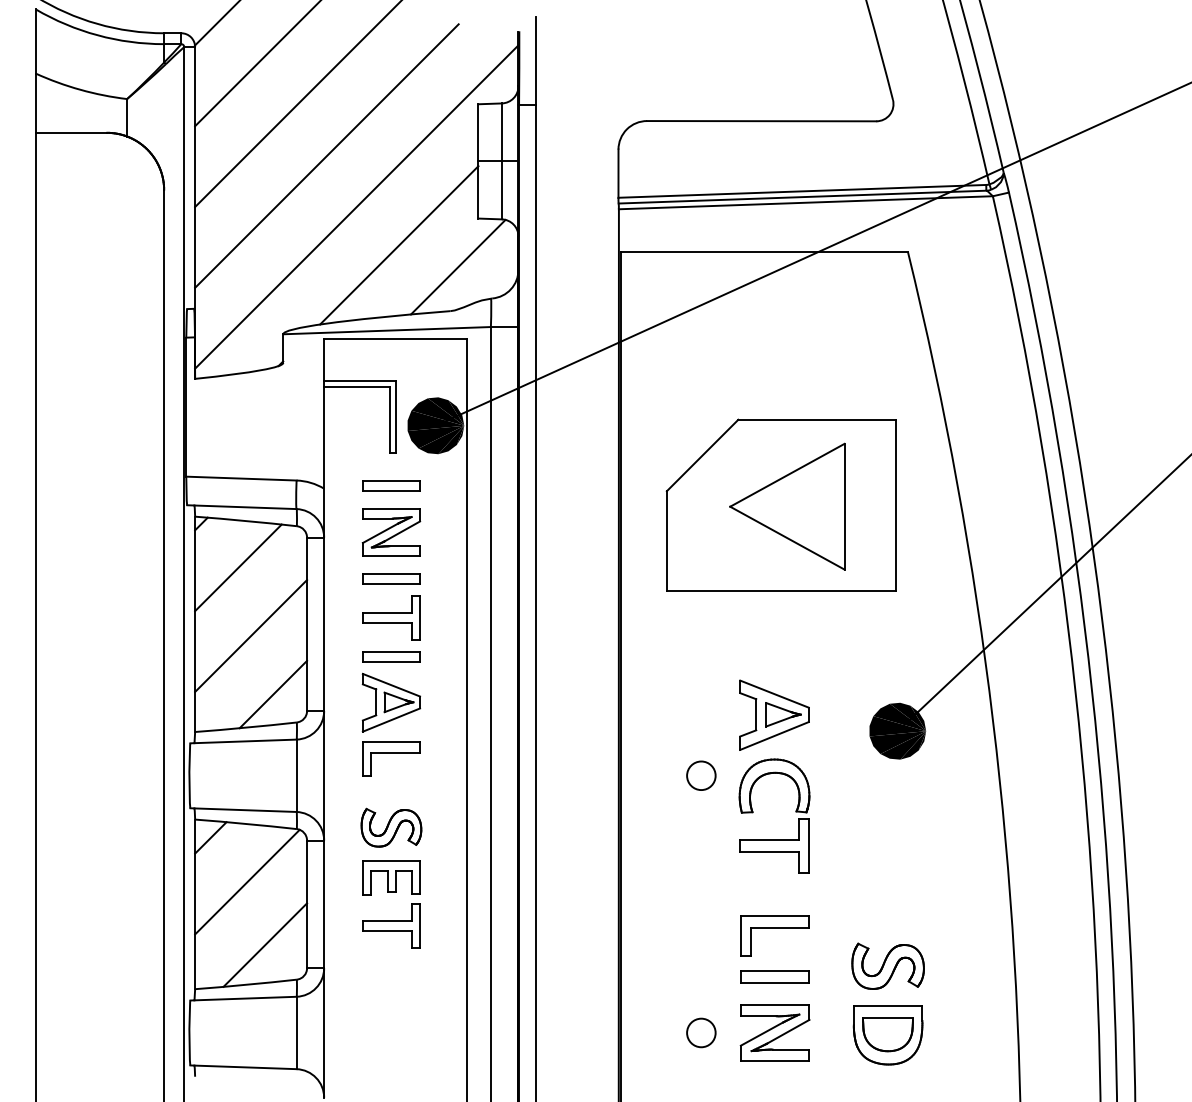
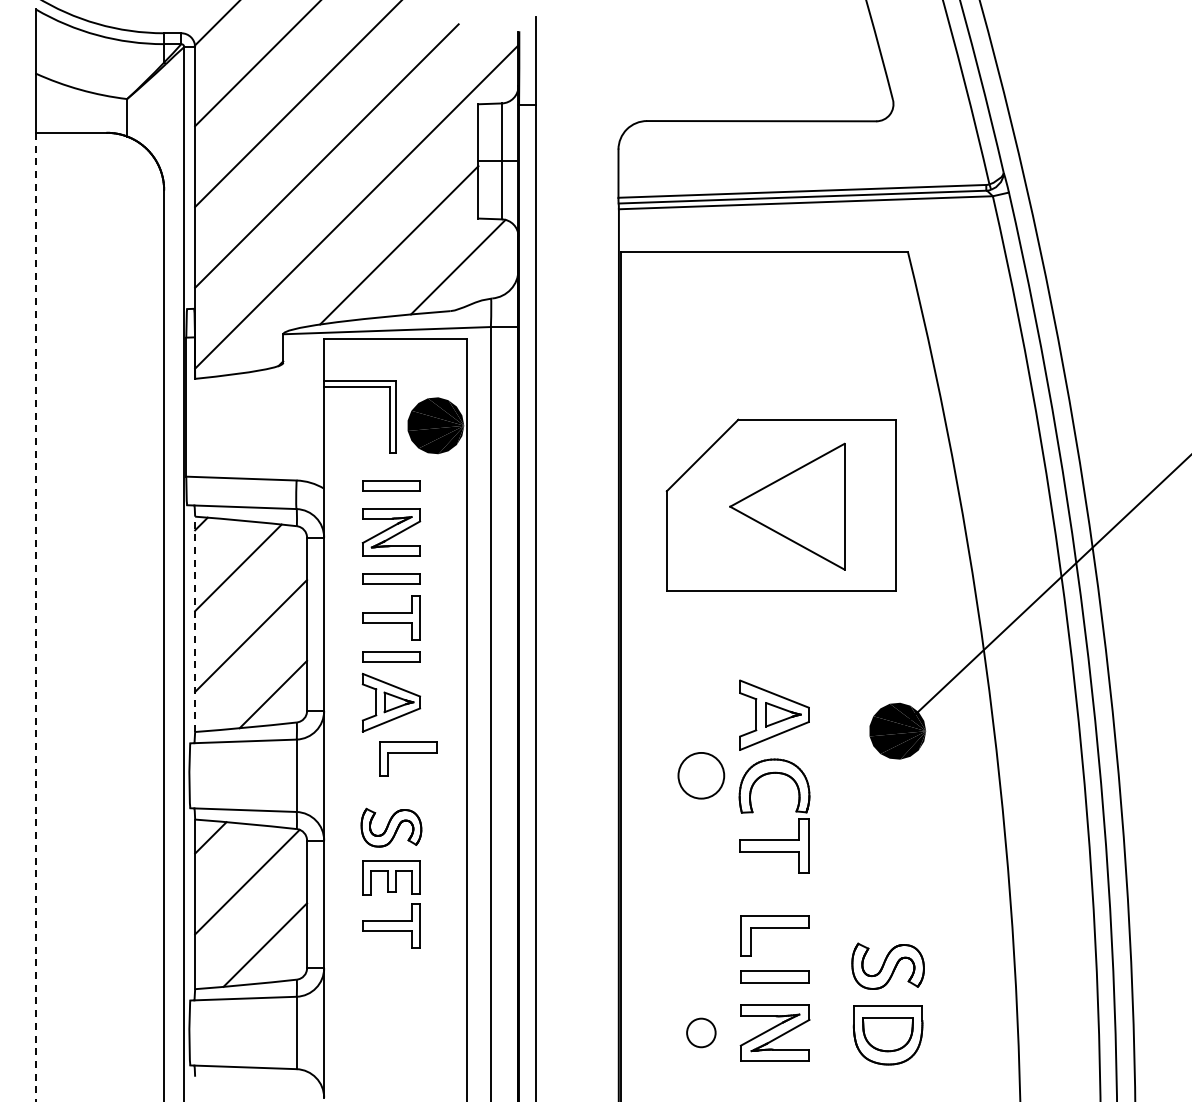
line at (811, 254): present -> none
line at (35, 617): solid -> dashed
line at (195, 624): solid -> dashed
part at (391, 758) position: (391, 758) -> (408, 758)
circle at (701, 775) diameter: 29 px -> 46 px
